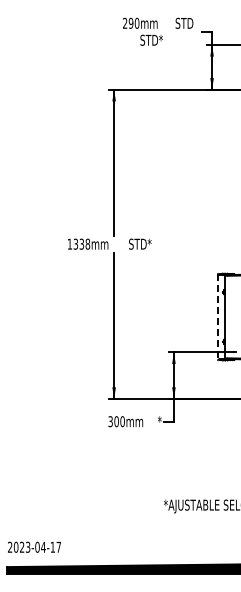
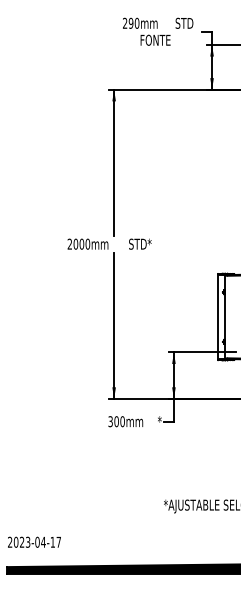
text at (155, 39): STD* -> FONTE
text at (78, 243): 1338mm -> 2000mm
line at (218, 317): dashed -> solid
text at (34, 546) position: (34, 546) -> (34, 541)
